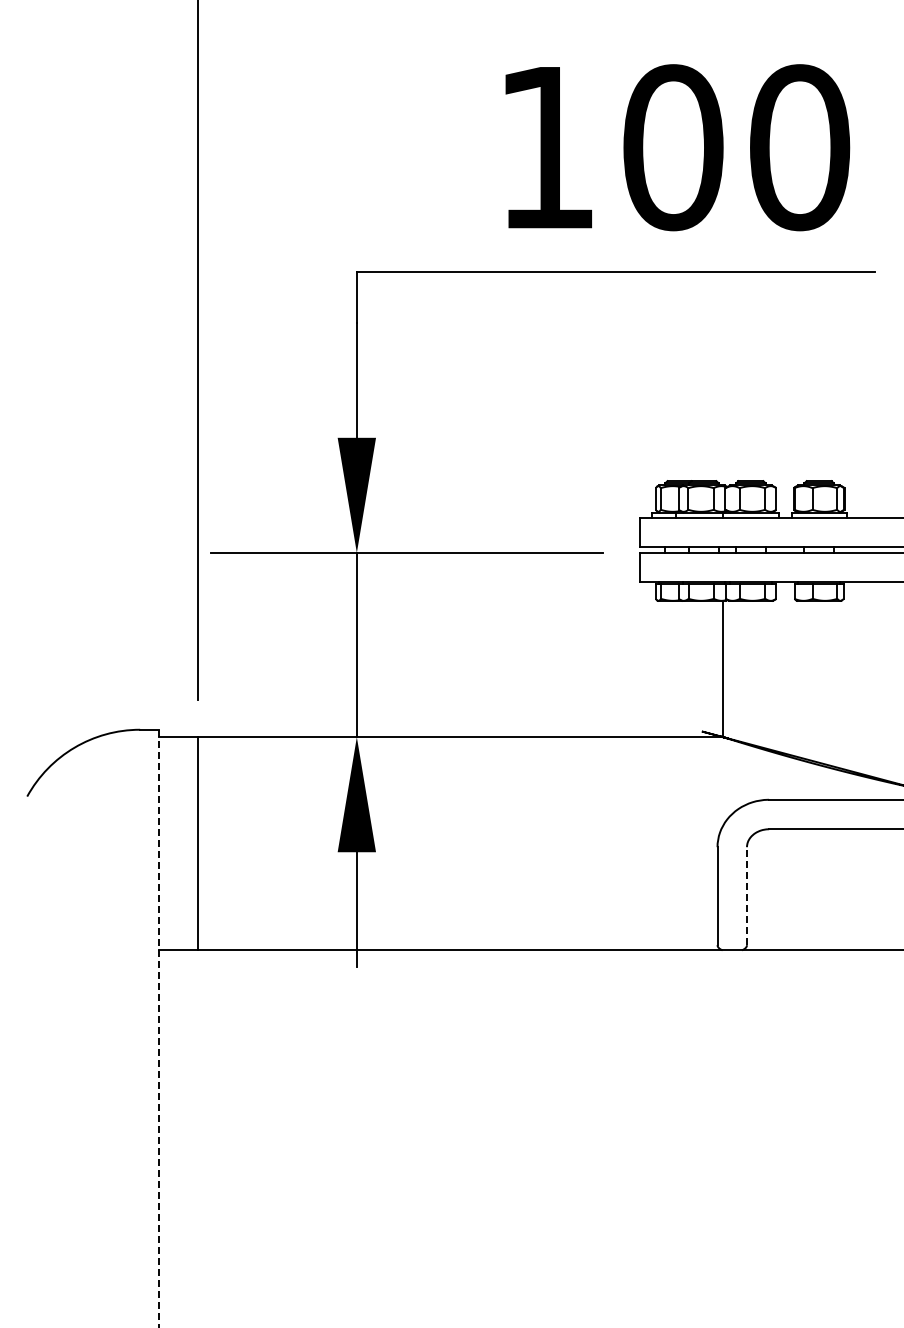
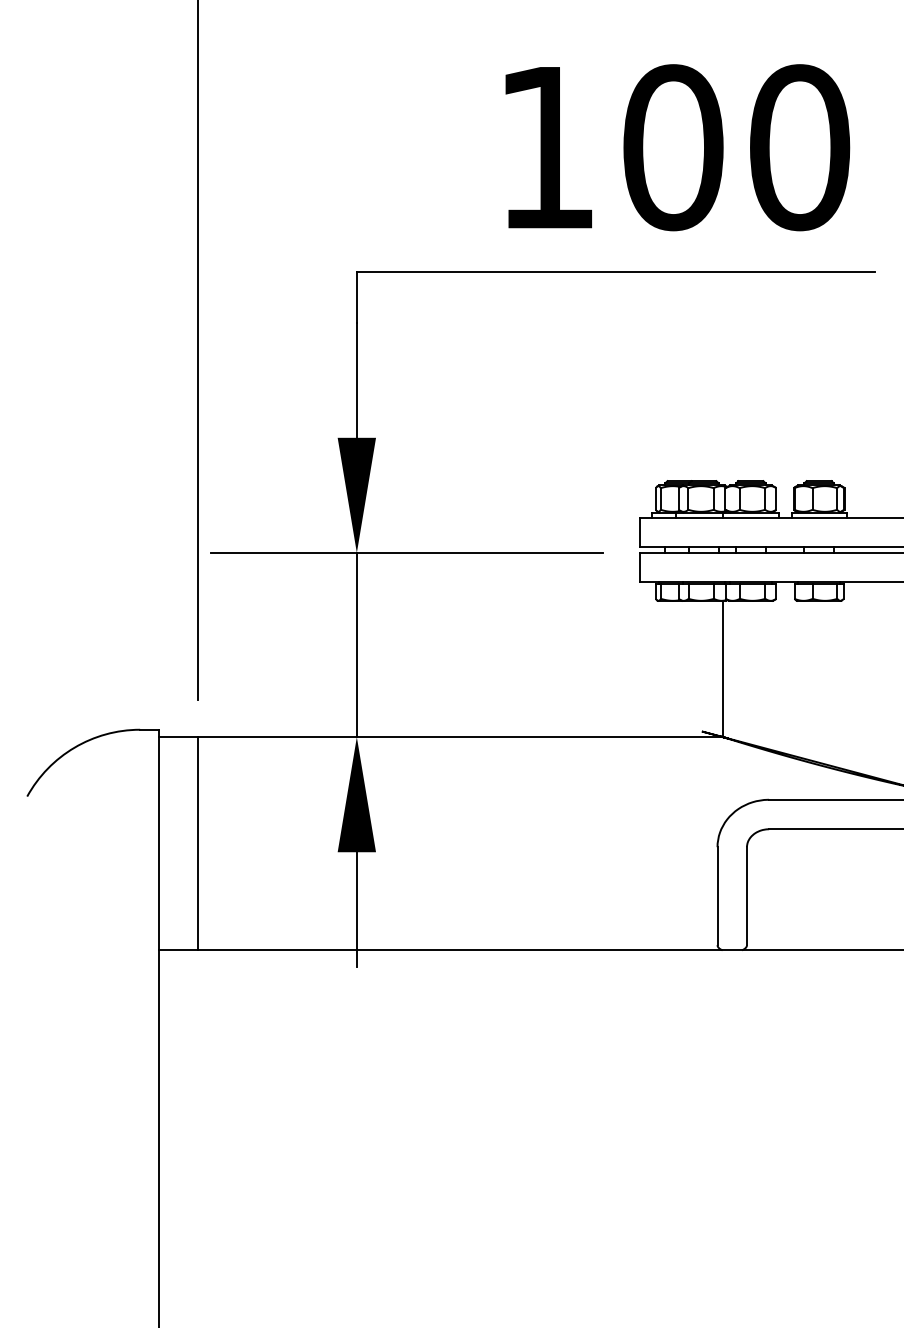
line at (746, 895): dashed -> solid
line at (159, 1028): dashed -> solid
